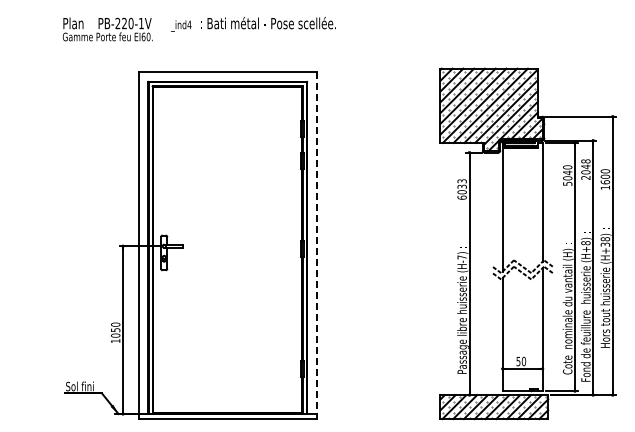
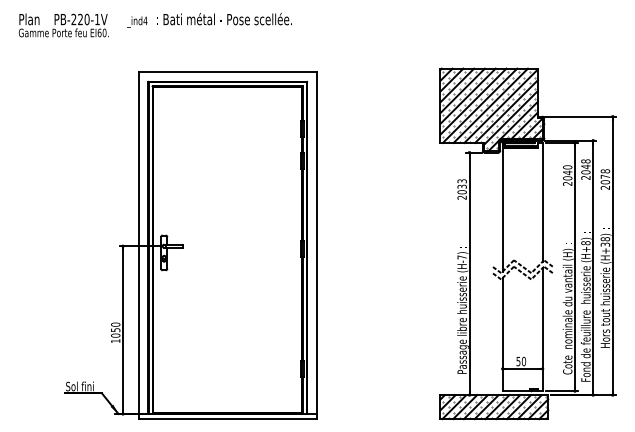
text at (198, 29) position: (198, 29) -> (154, 25)
text at (605, 179): 1600 -> 2078
text at (567, 183): 5040 -> 2040
text at (461, 197): 6033 -> 2033
line at (316, 243): dashed -> solid
